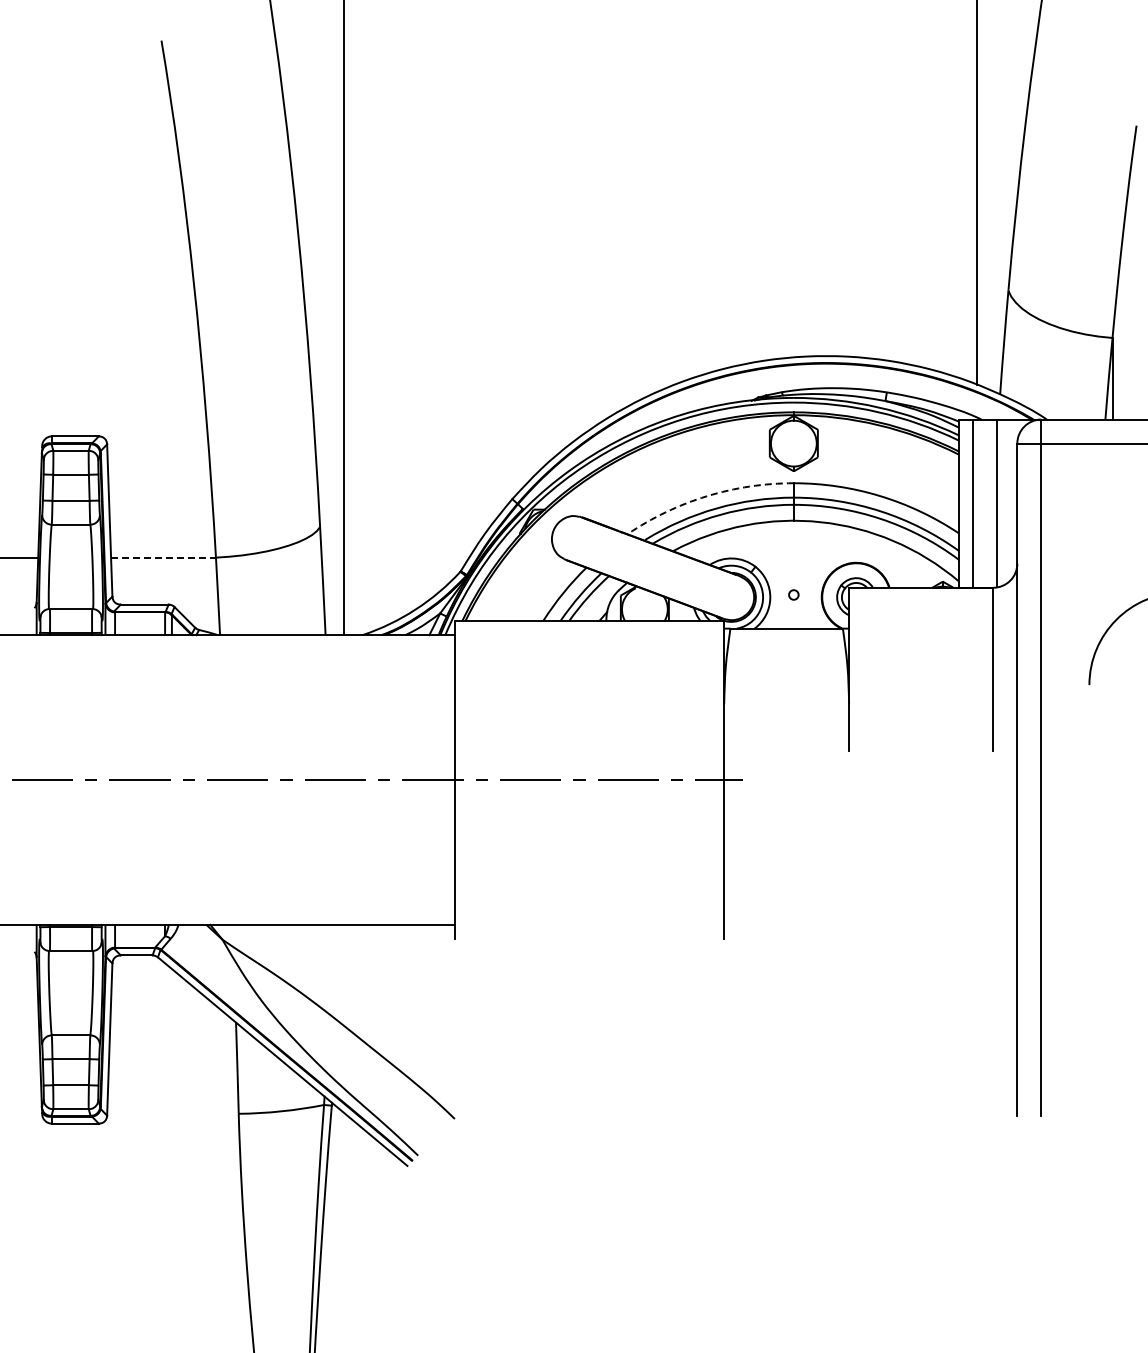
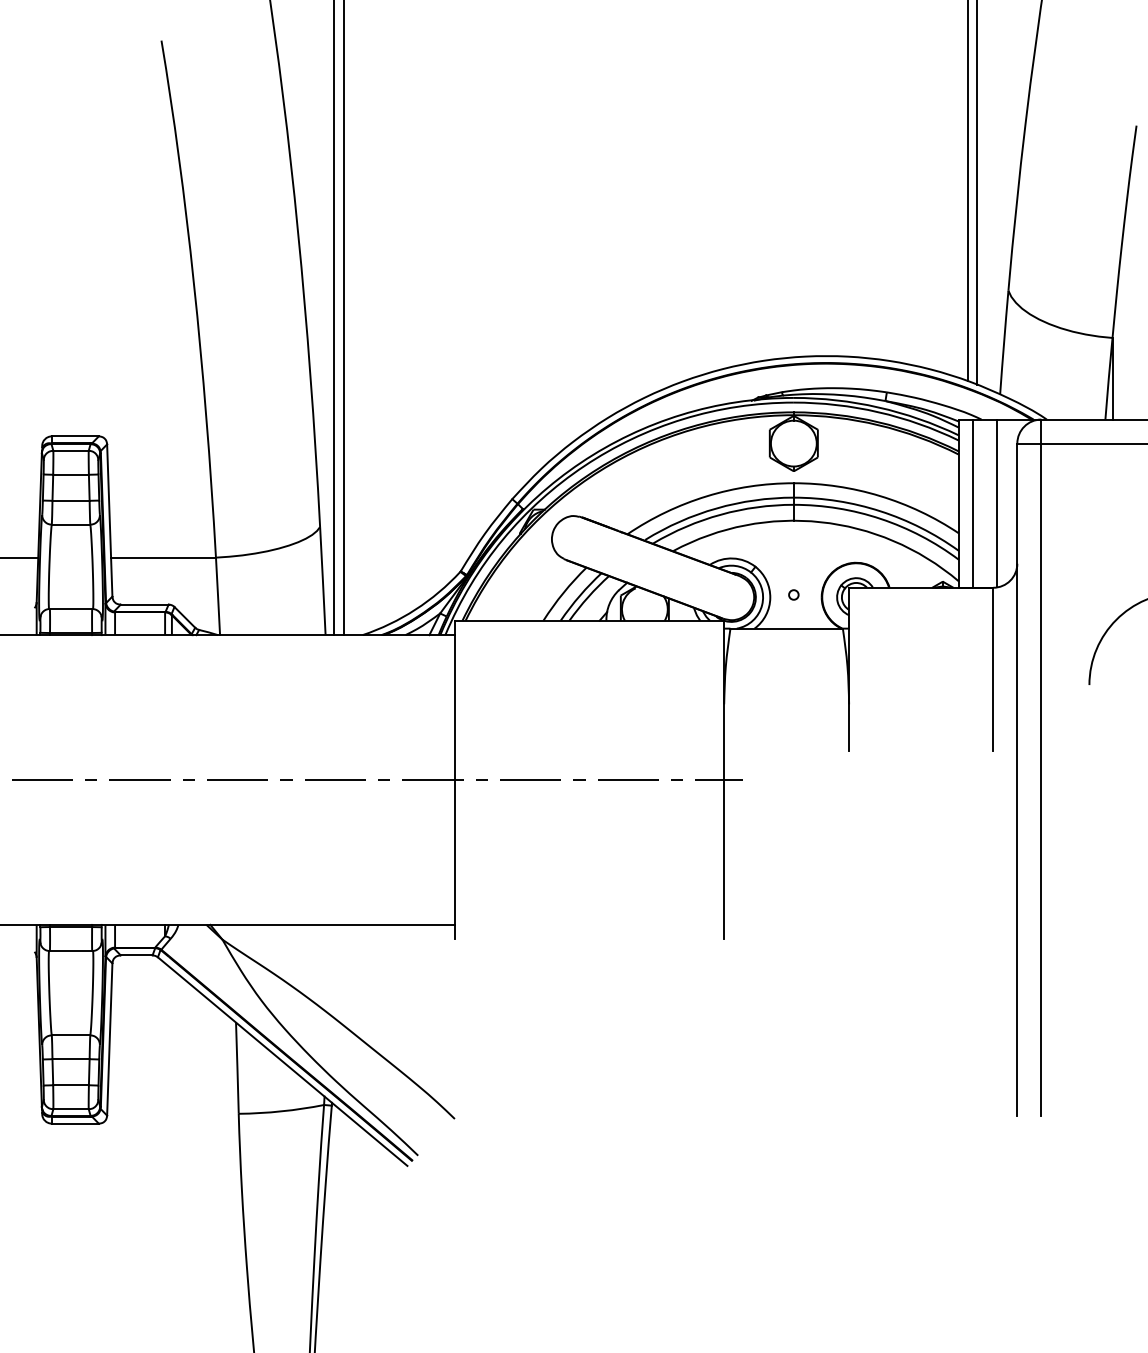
line at (968, 191): none -> present
line at (334, 318): none -> present
arc at (706, 496): dashed -> solid
line at (164, 557): dashed -> solid
